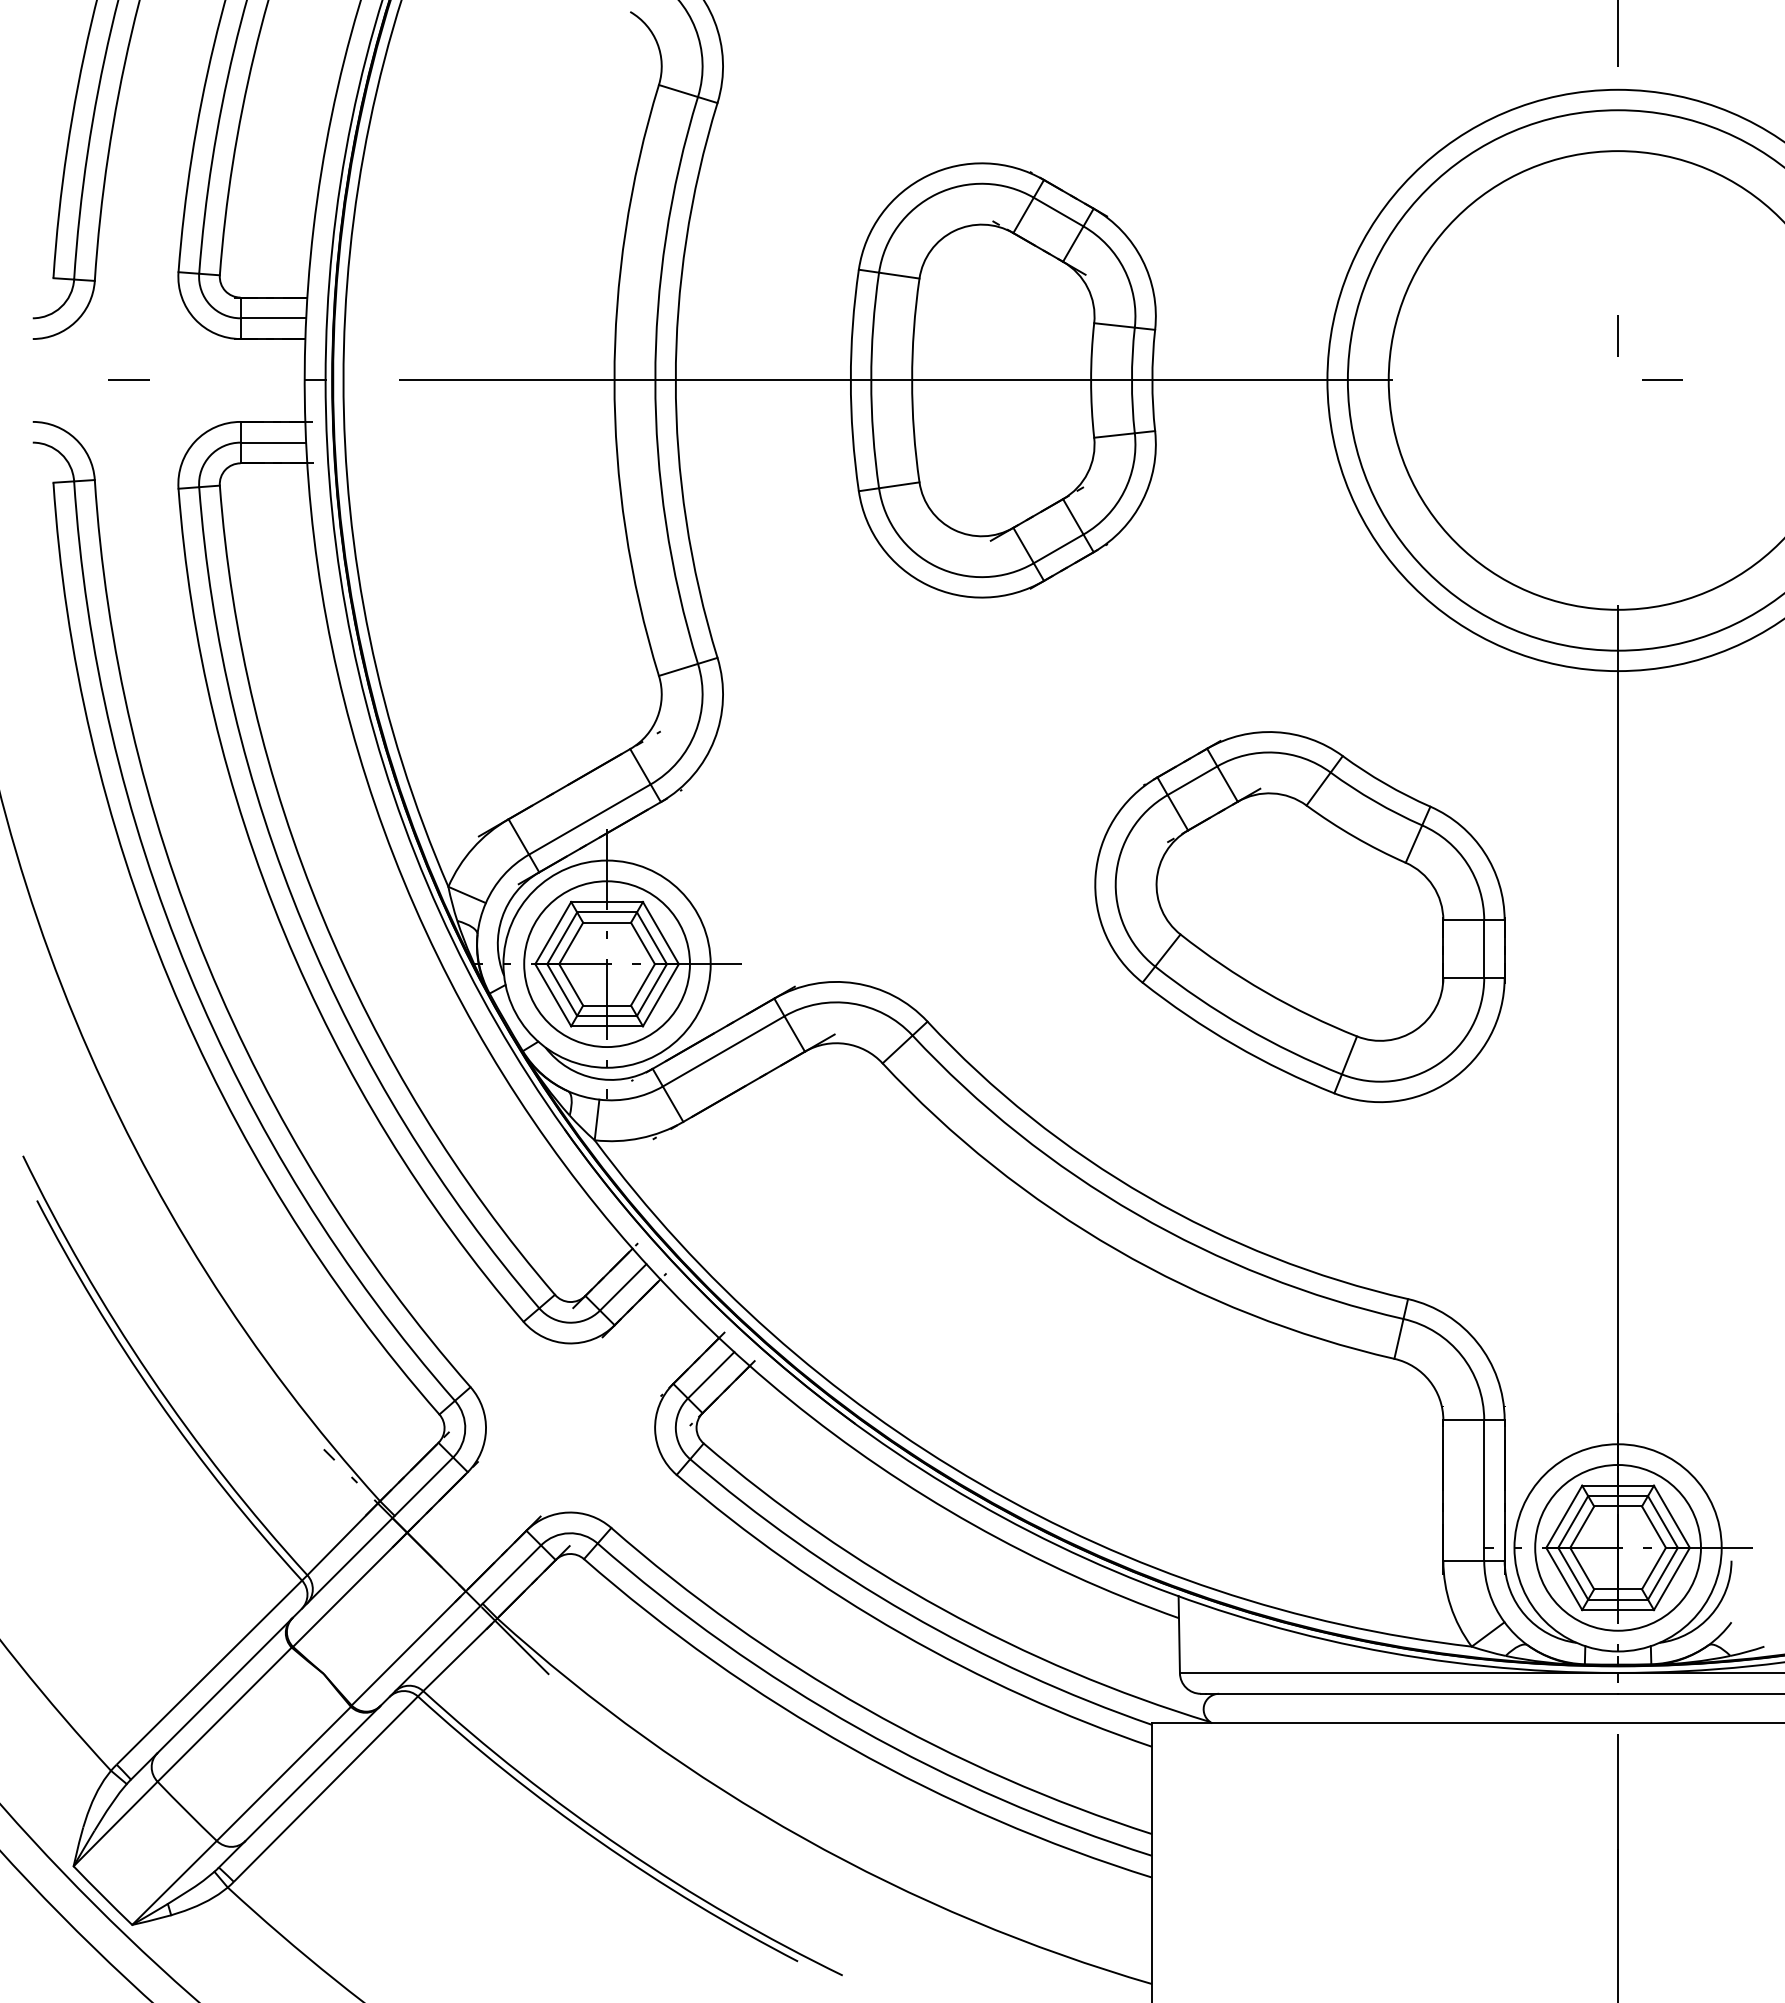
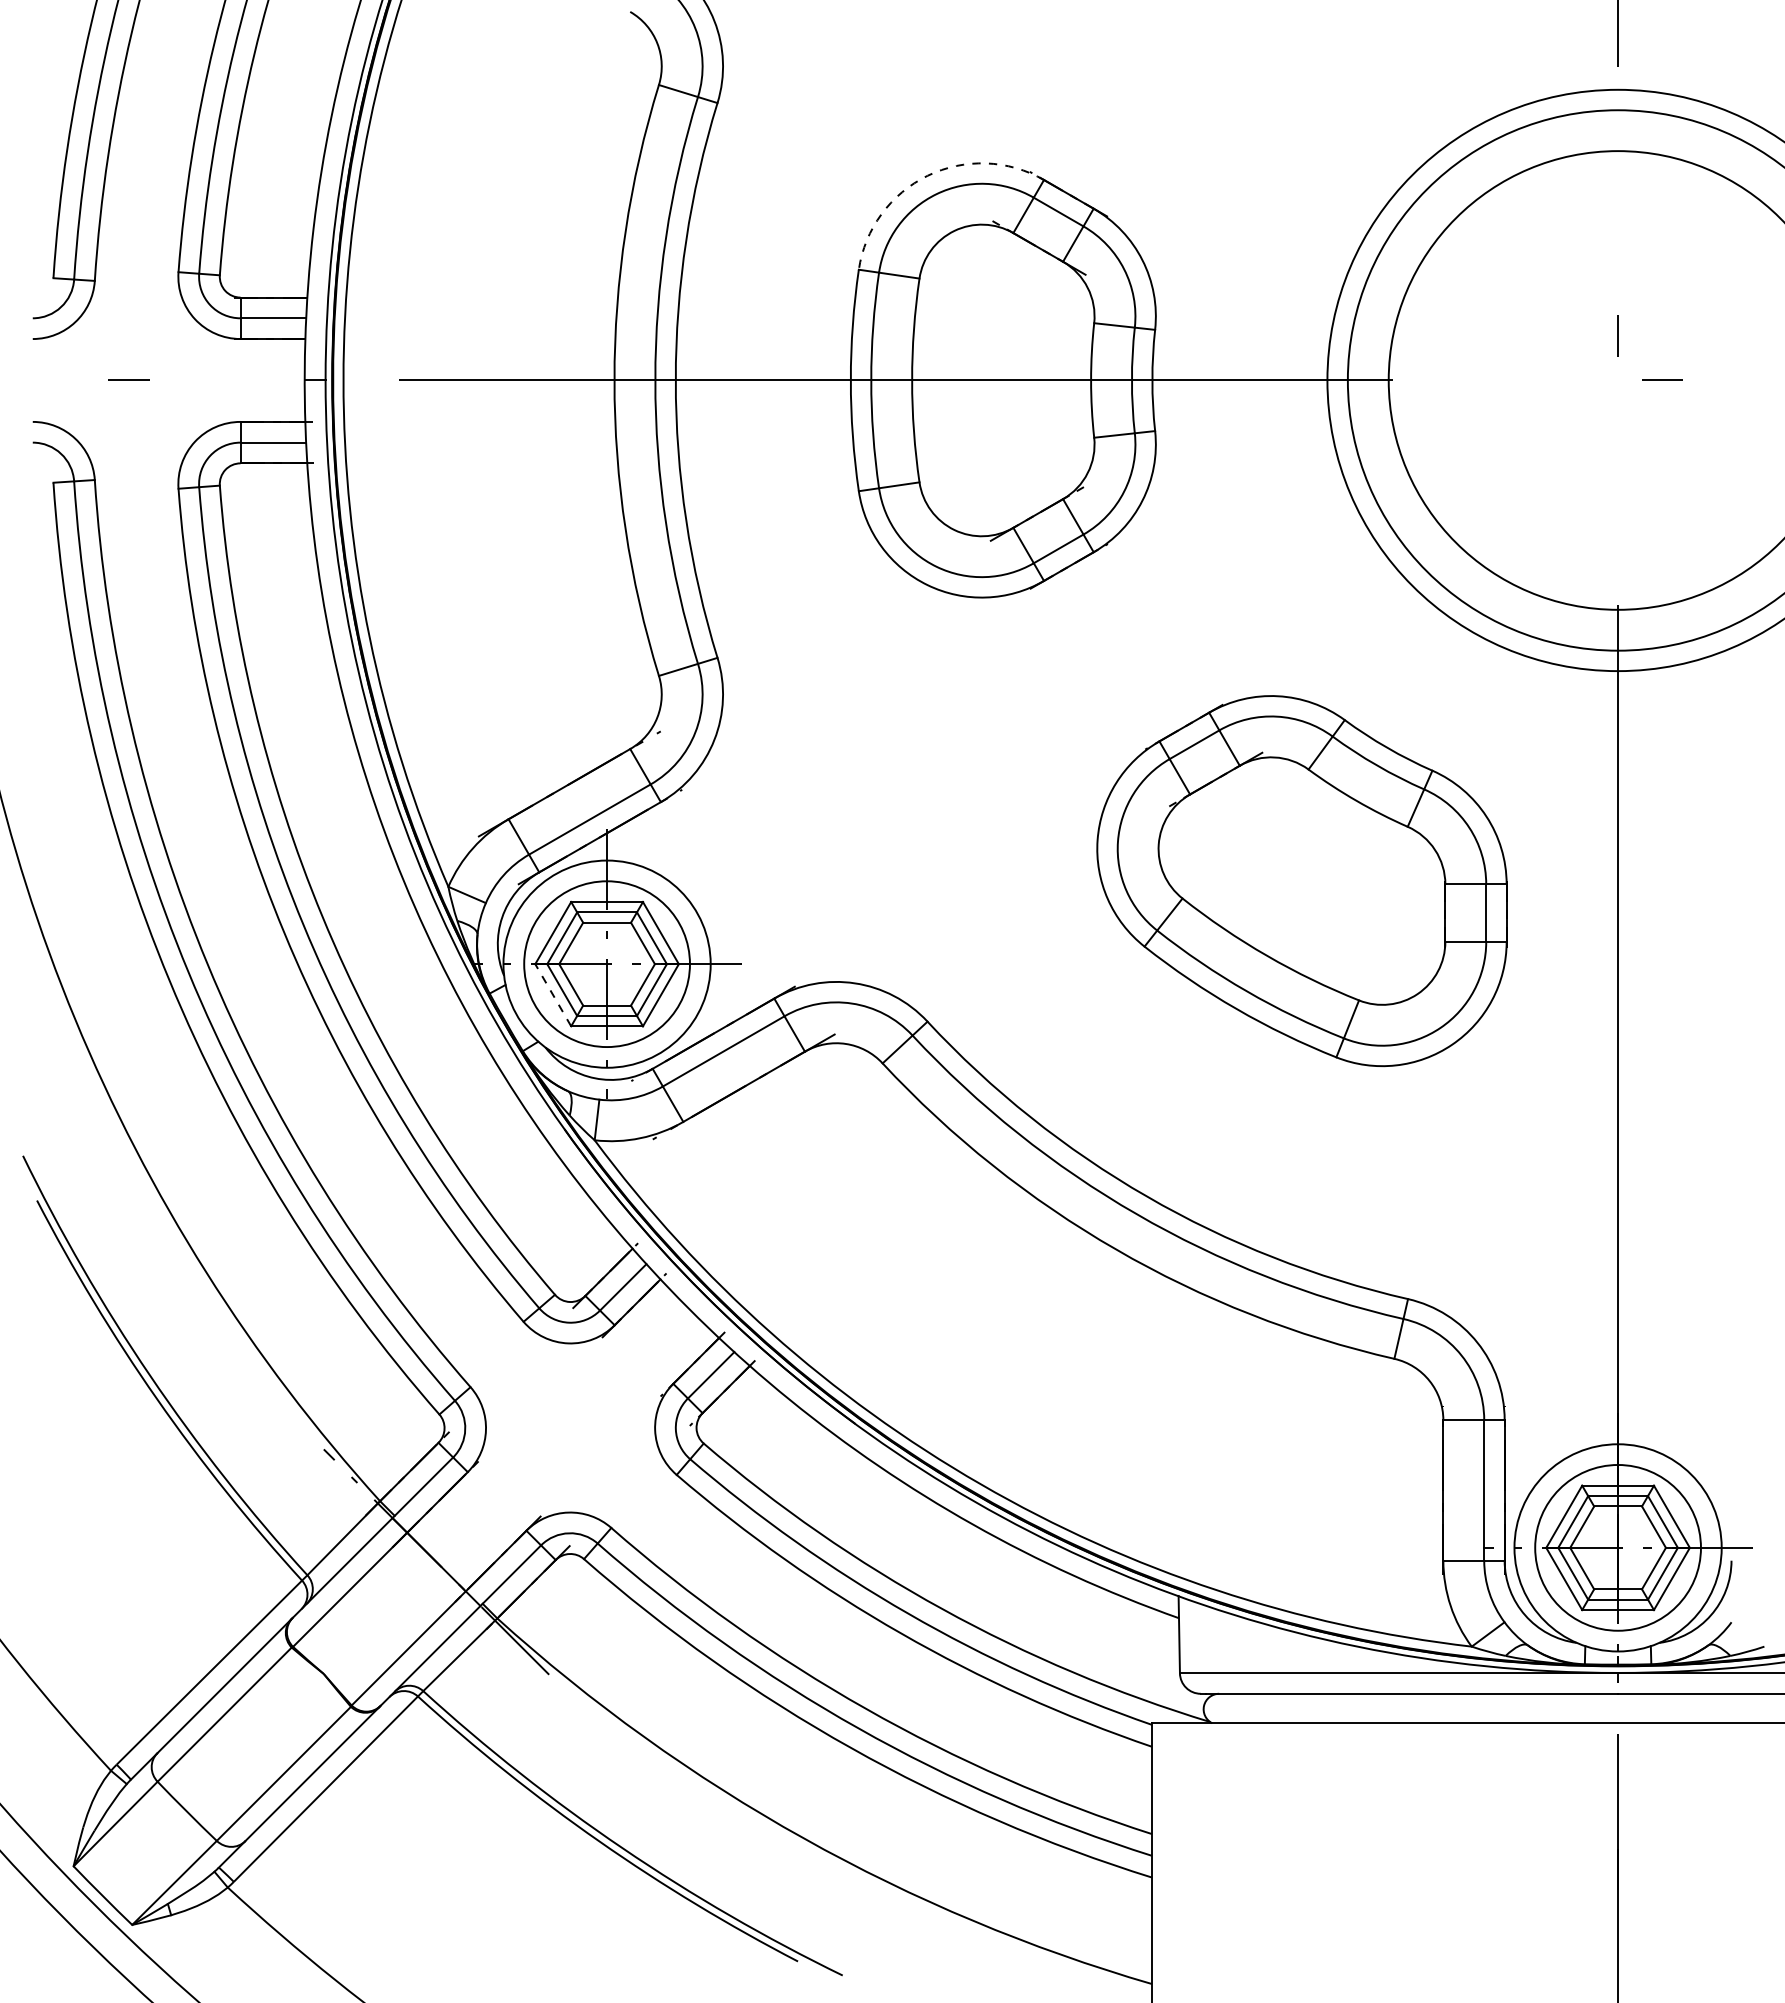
arc at (927, 175): solid -> dashed
part at (1299, 917) position: (1299, 917) -> (1301, 881)
line at (553, 995): solid -> dashed
